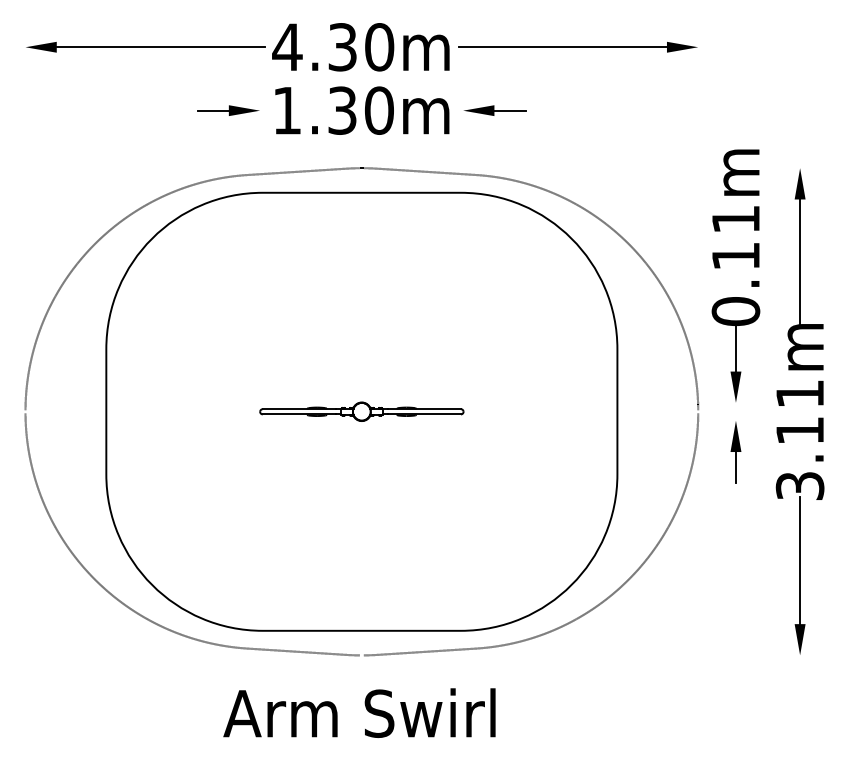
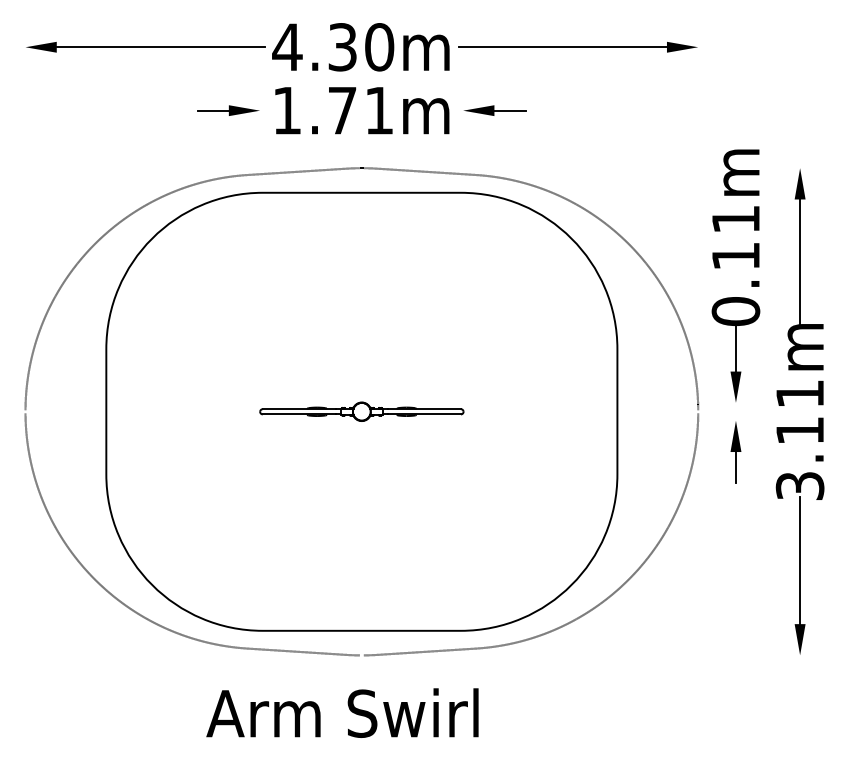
text at (360, 110): 1.30m -> 1.71m
text at (359, 712) position: (359, 712) -> (342, 712)
